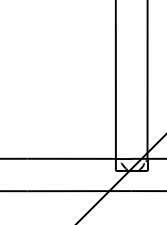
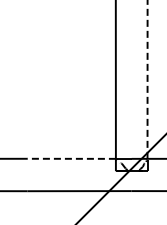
line at (147, 79): solid -> dashed
line at (71, 158): solid -> dashed
